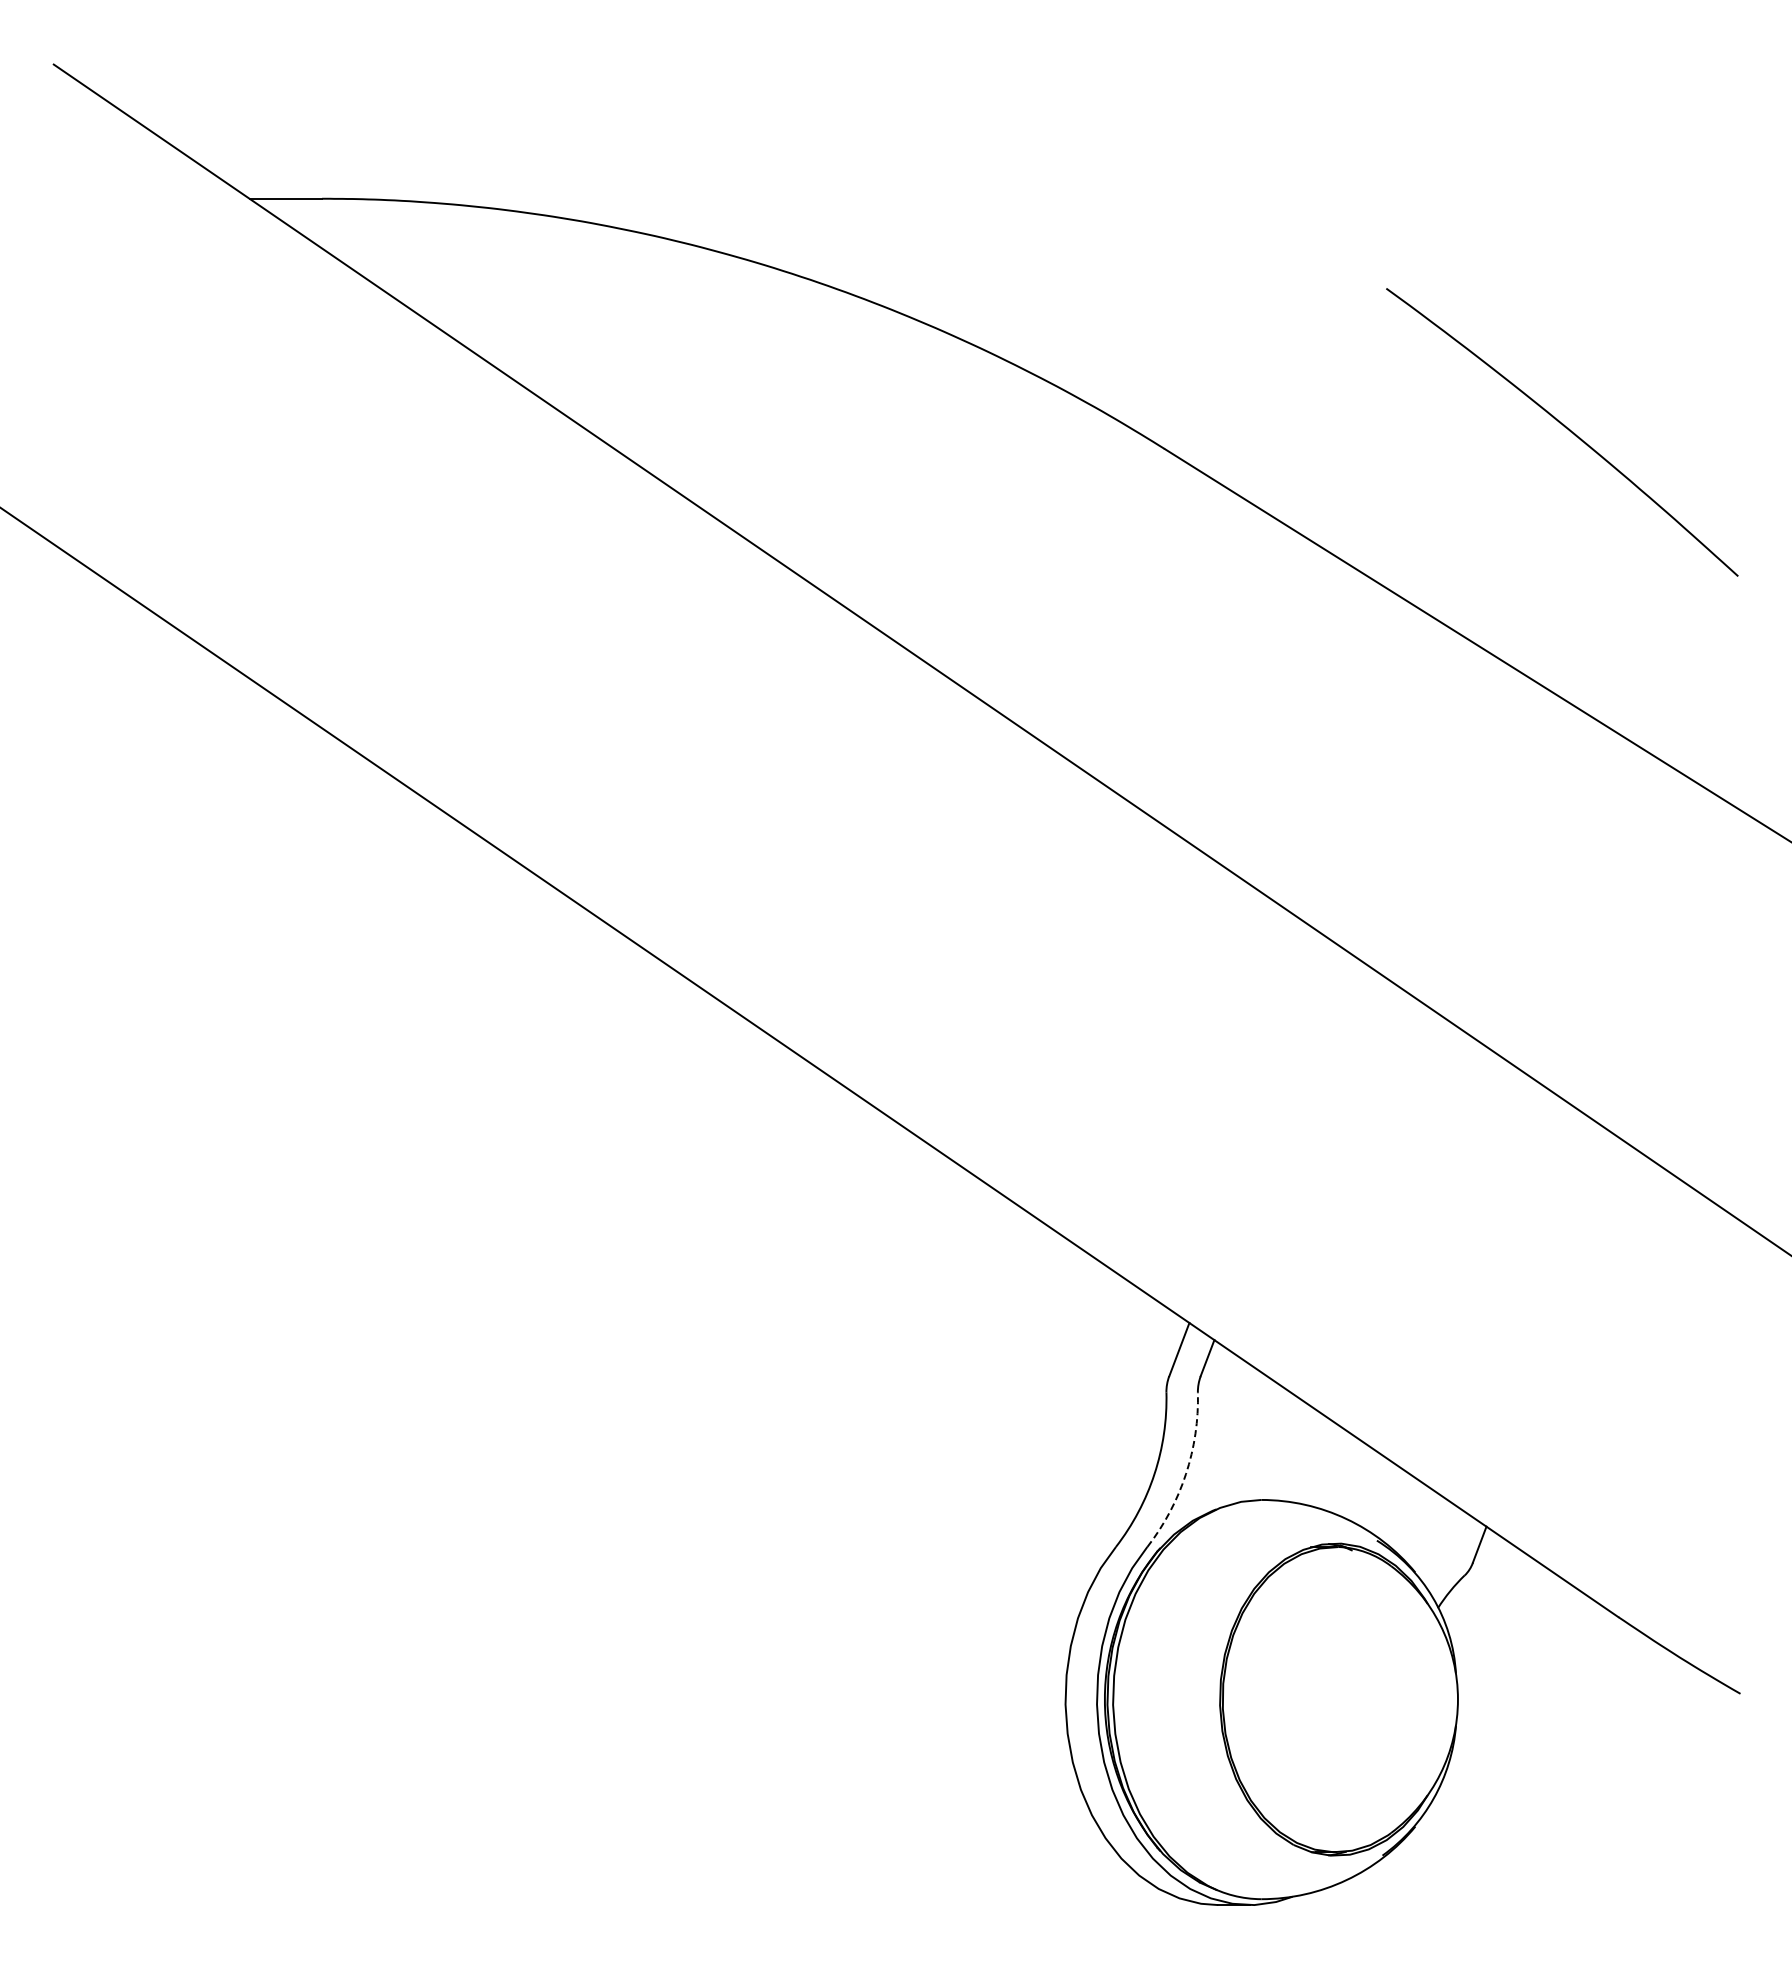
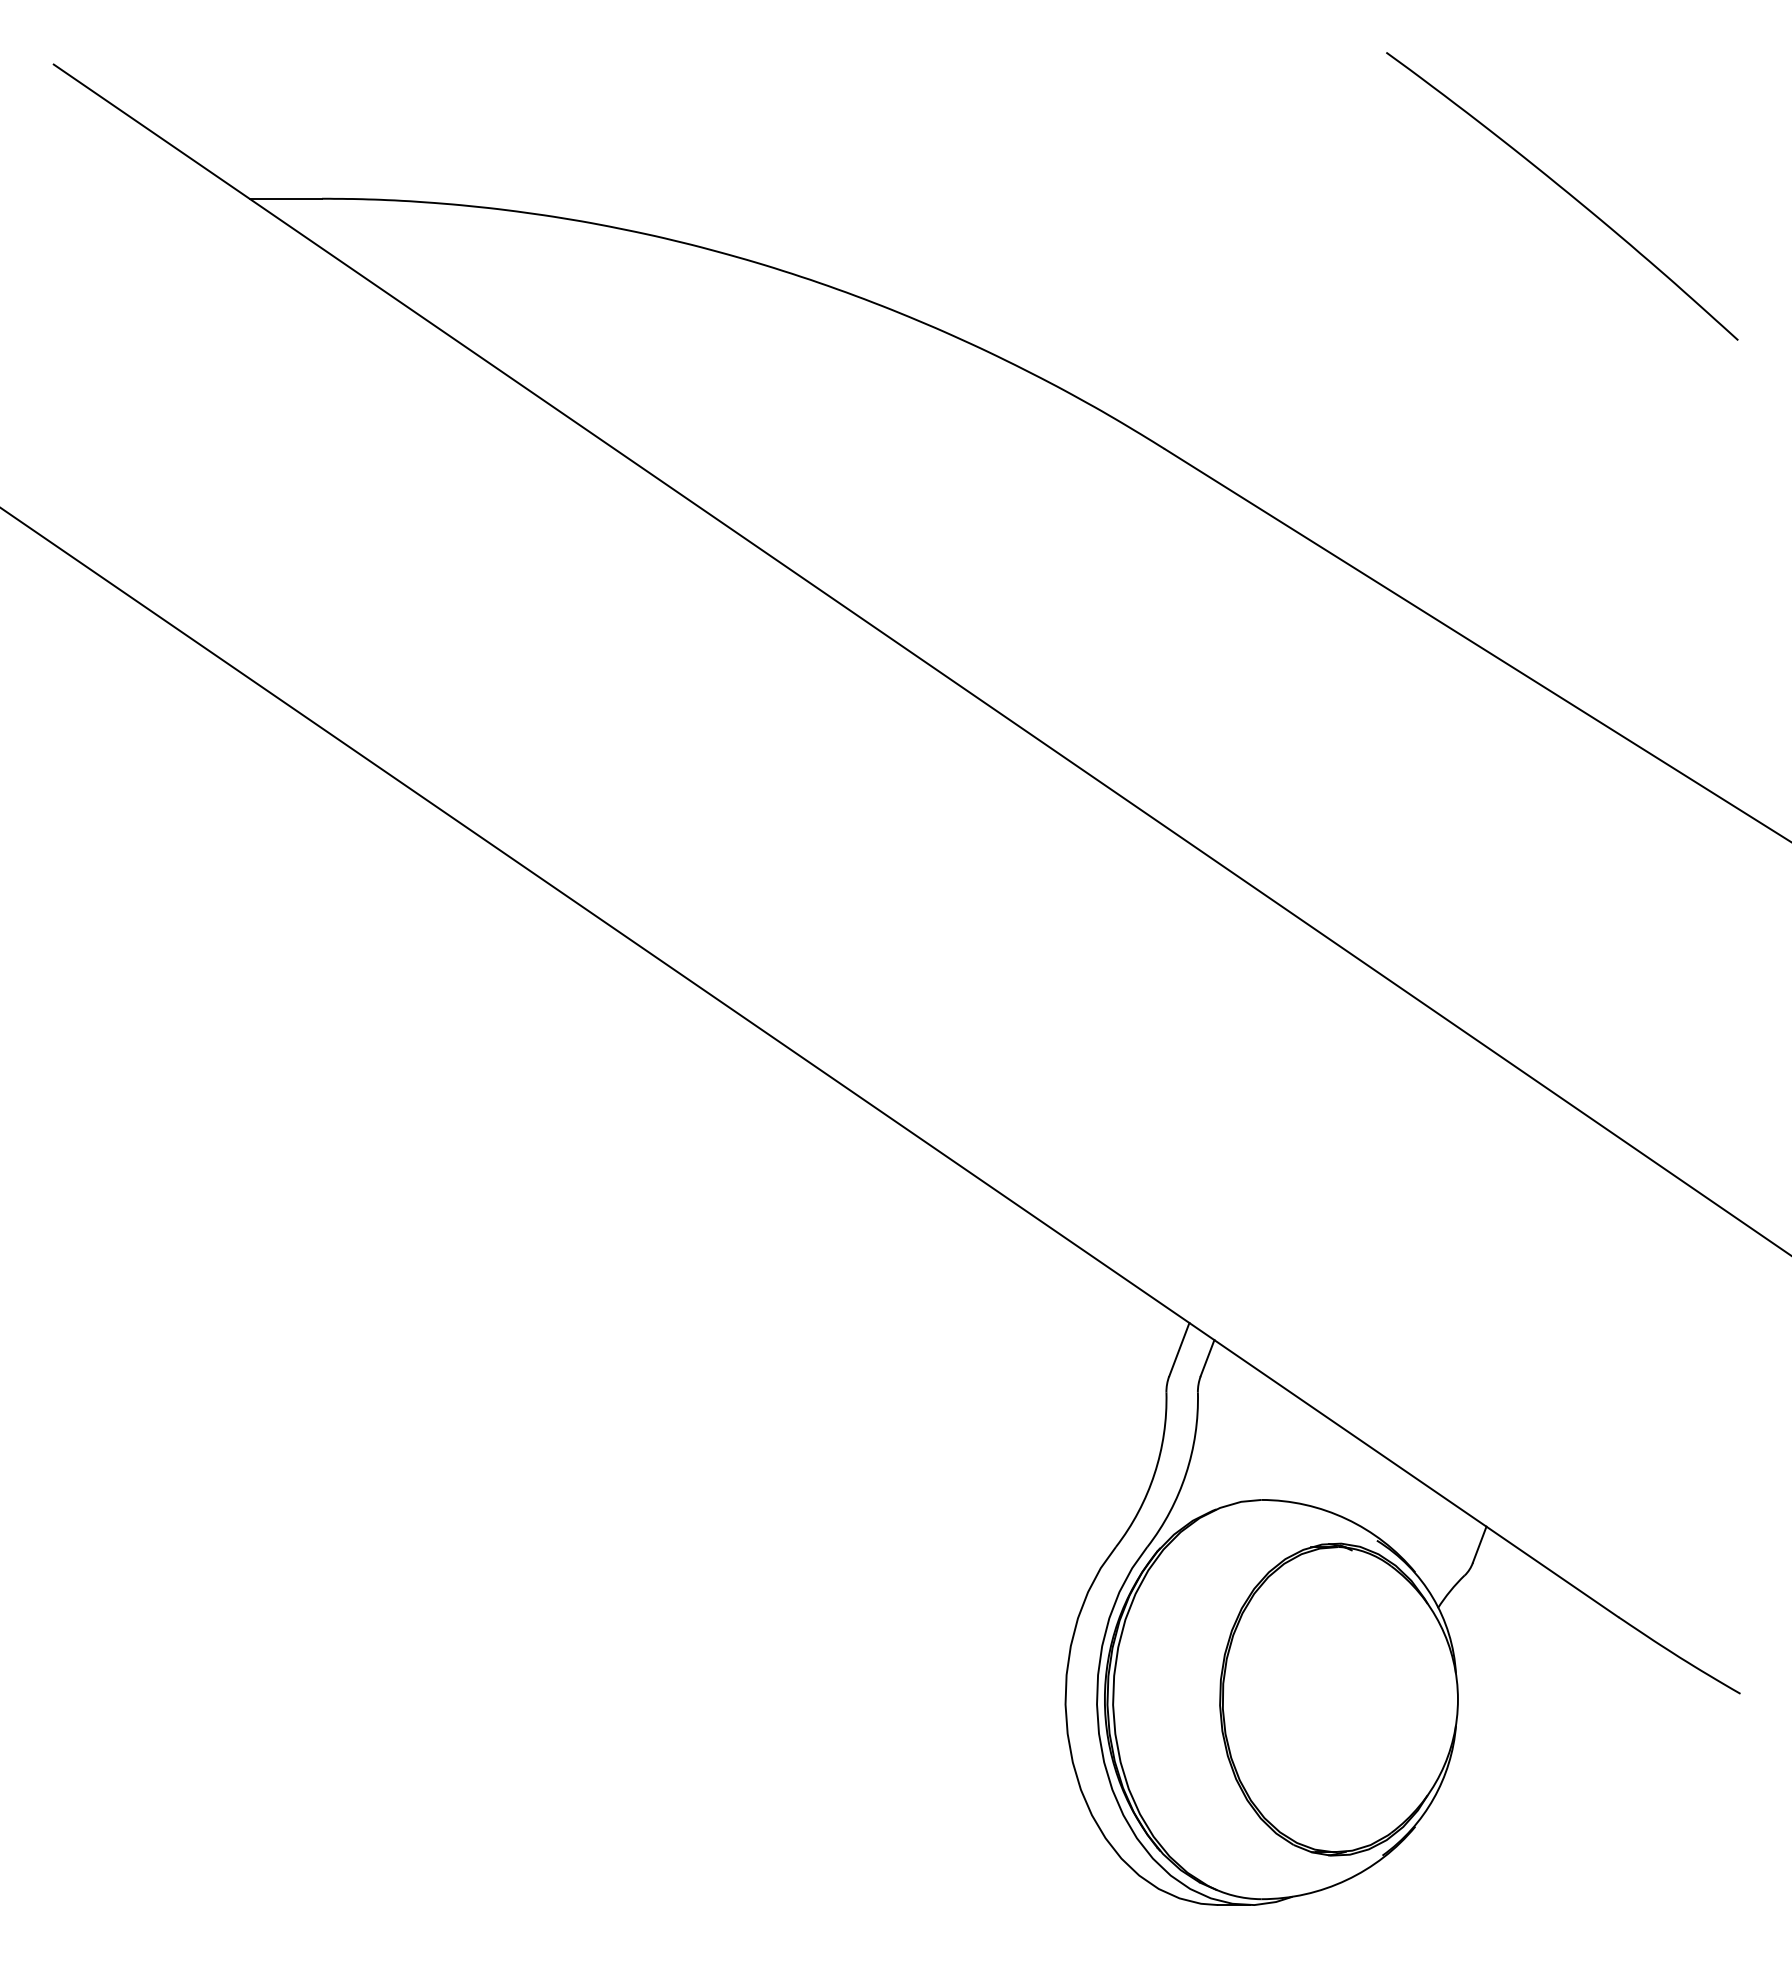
curve at (1564, 427) position: (1564, 427) -> (1564, 191)
arc at (1186, 1474): dashed -> solid
